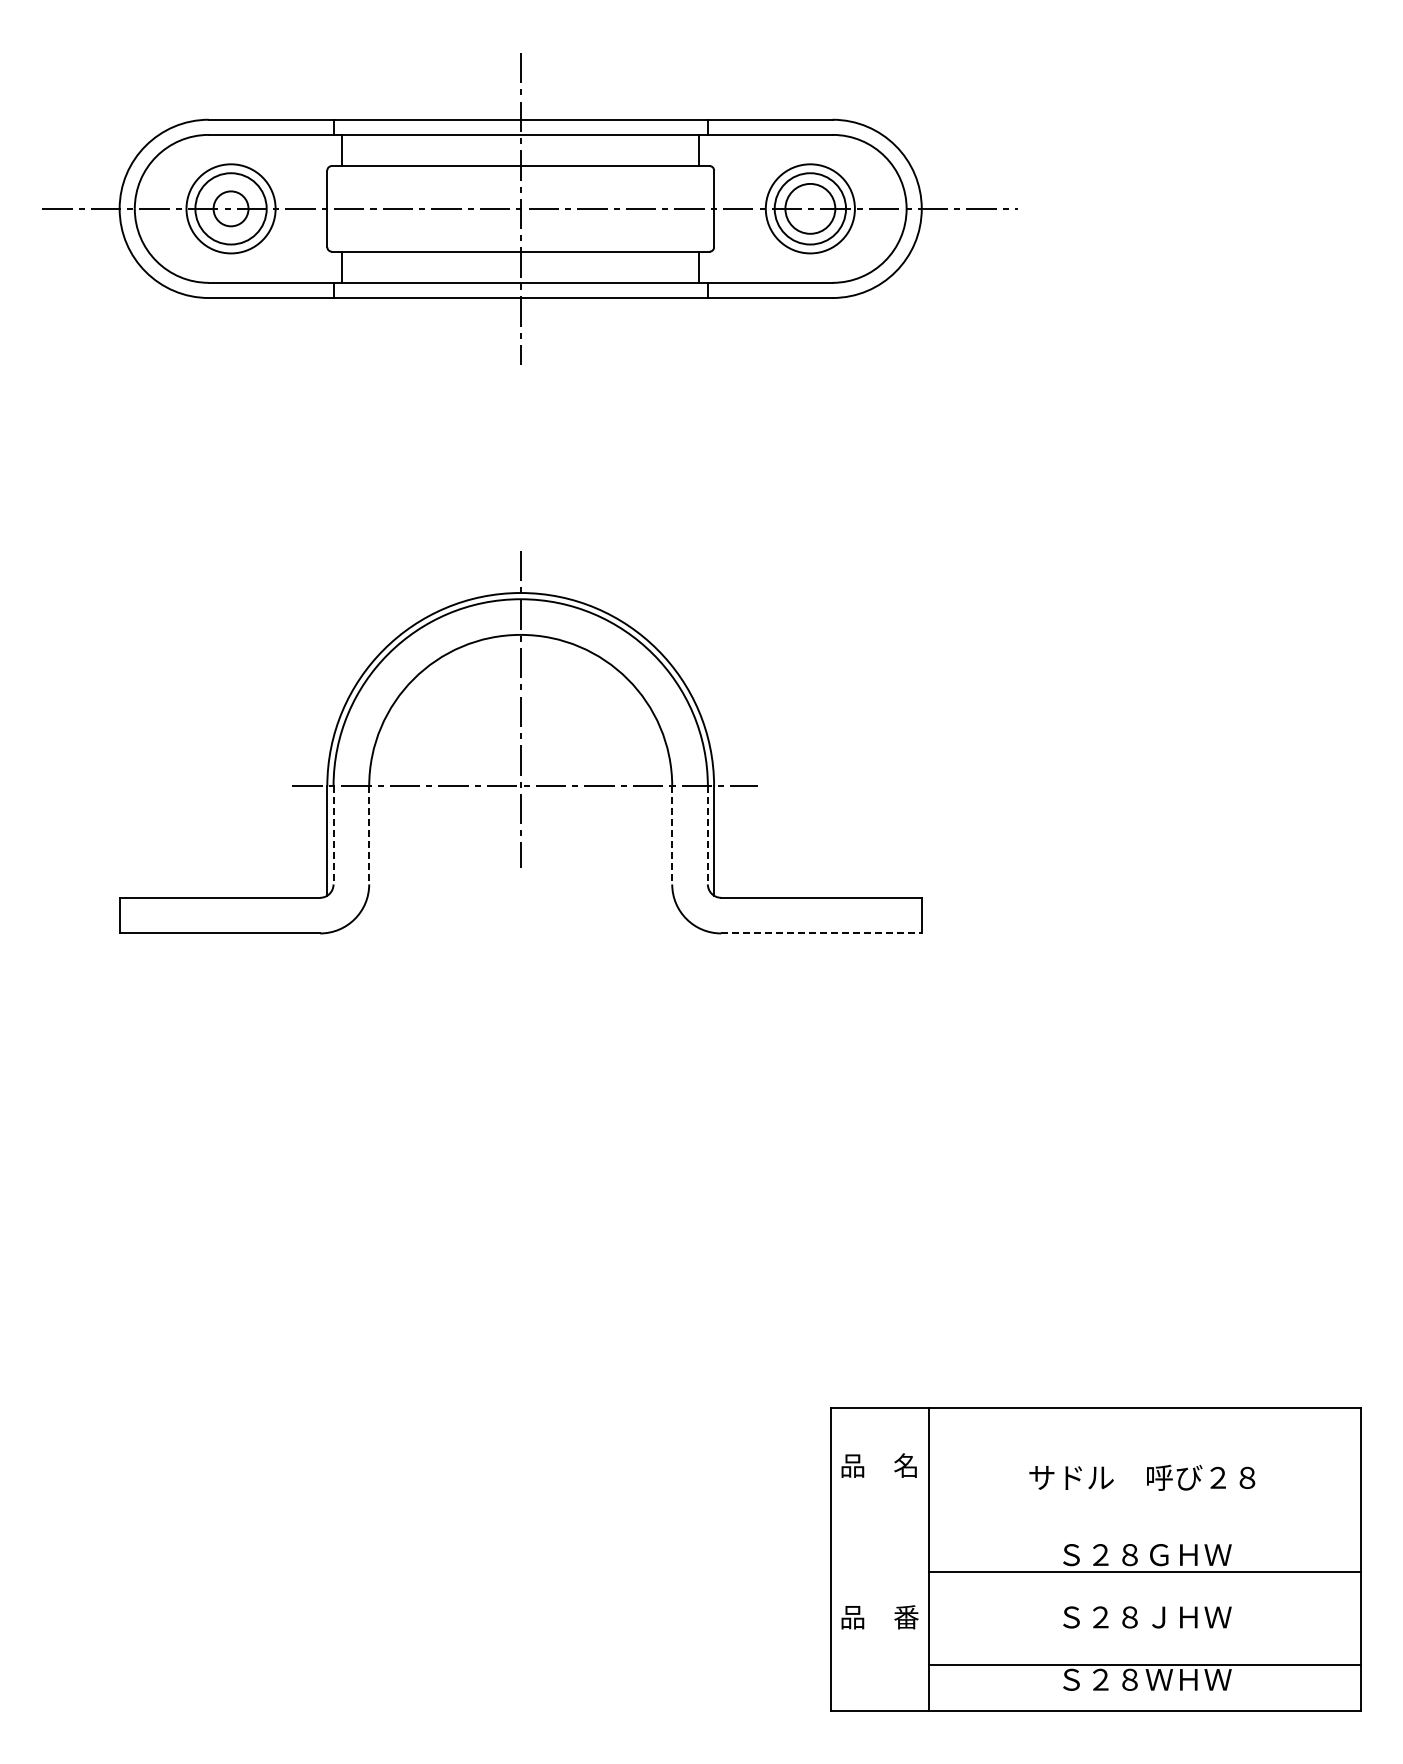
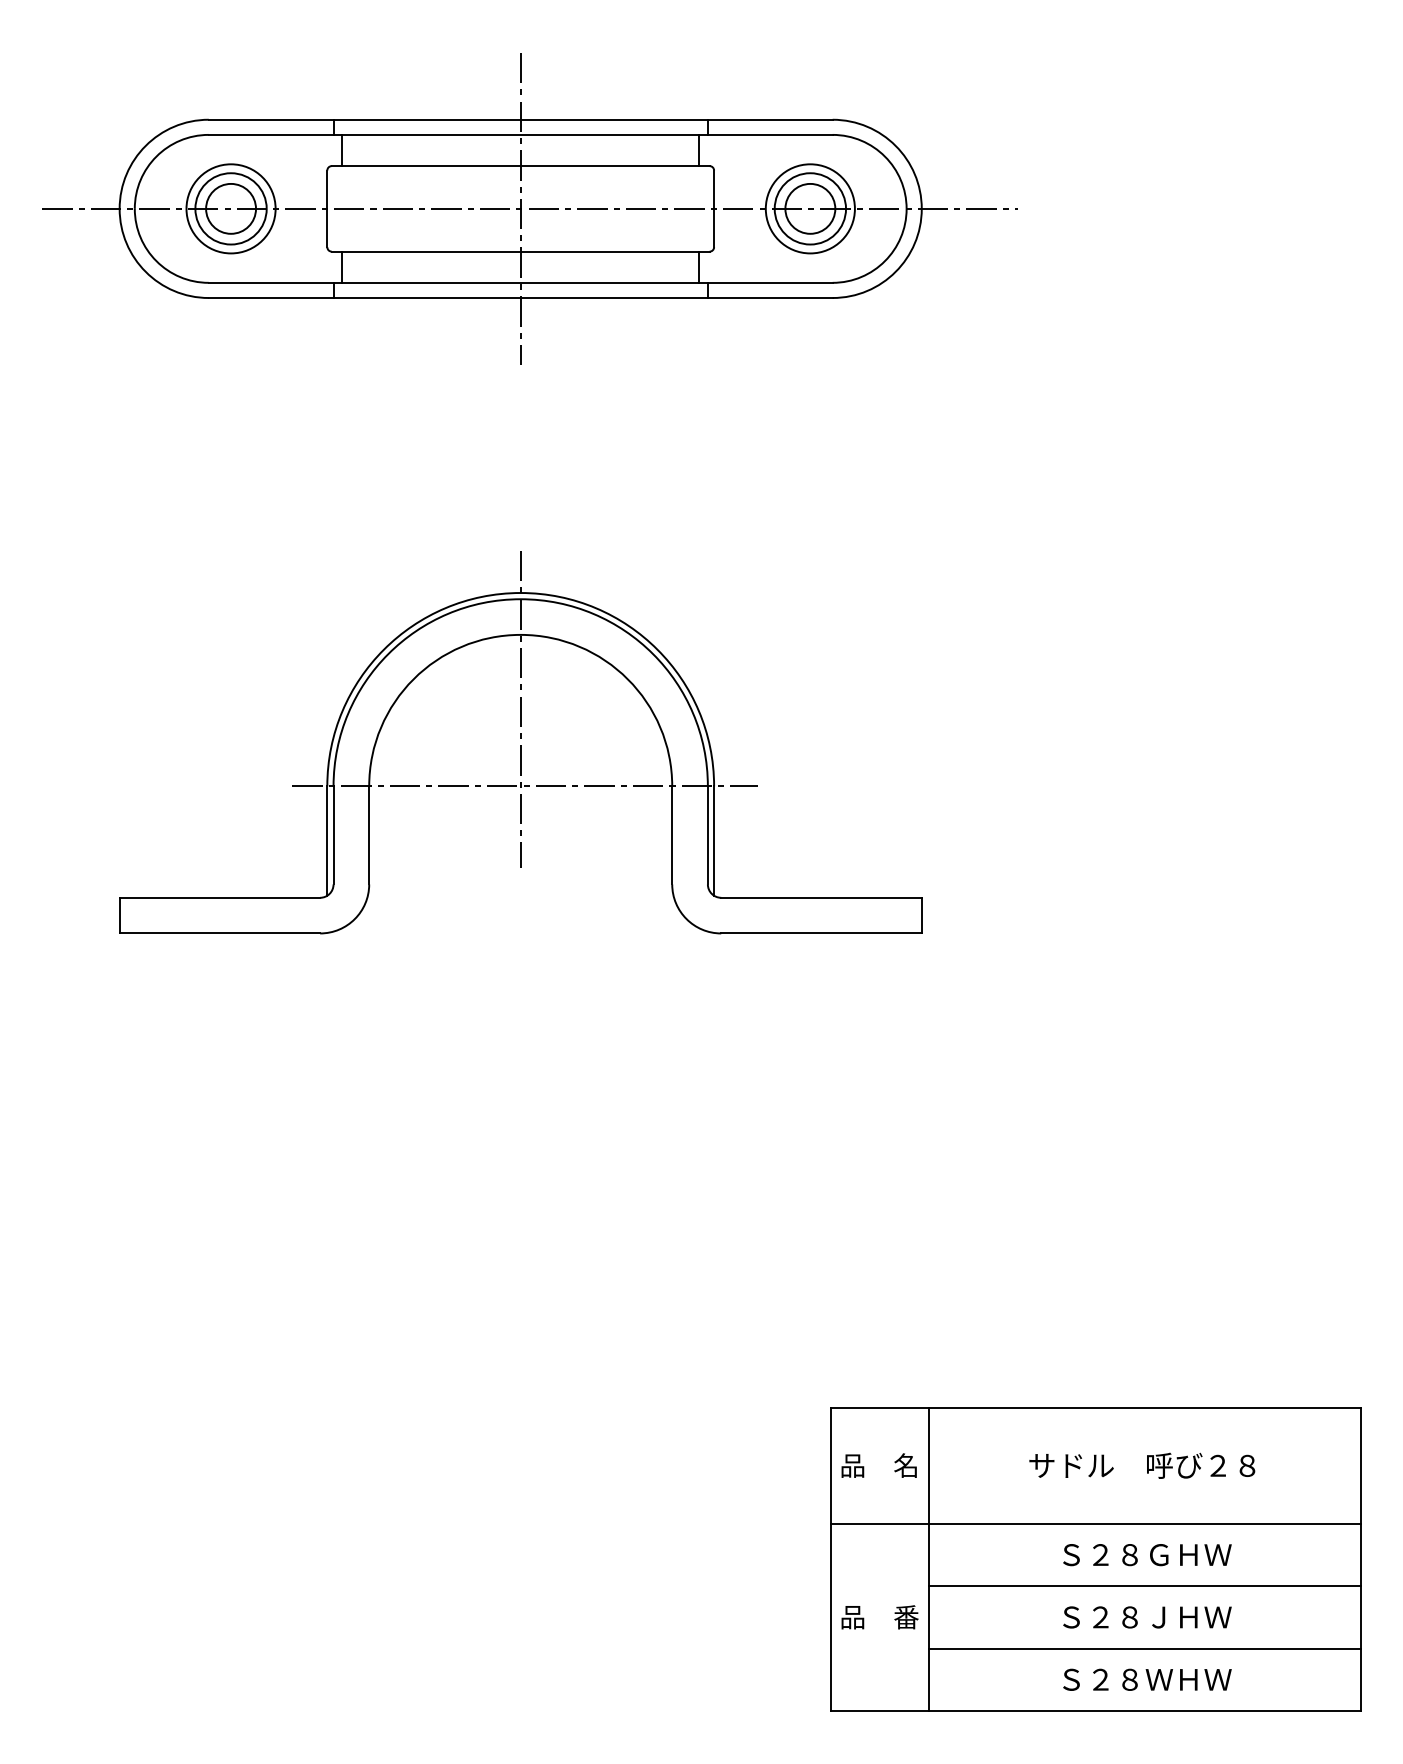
circle at (230, 208) diameter: 35 px -> 50 px
line at (333, 835): dashed -> solid
line at (369, 835): dashed -> solid
line at (672, 835): dashed -> solid
line at (707, 835): dashed -> solid
line at (822, 933): dashed -> solid
text at (1142, 1477) position: (1142, 1477) -> (1142, 1465)
line at (1095, 1523): none -> present
line at (1144, 1572) position: (1144, 1572) -> (1144, 1586)
line at (1144, 1664) position: (1144, 1664) -> (1144, 1648)
